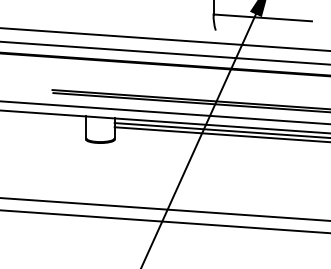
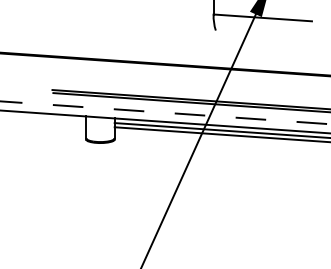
line at (164, 39): present -> none
line at (164, 52): present -> none
line at (165, 112): solid -> dashed
line at (164, 209): present -> none
line at (164, 221): present -> none
